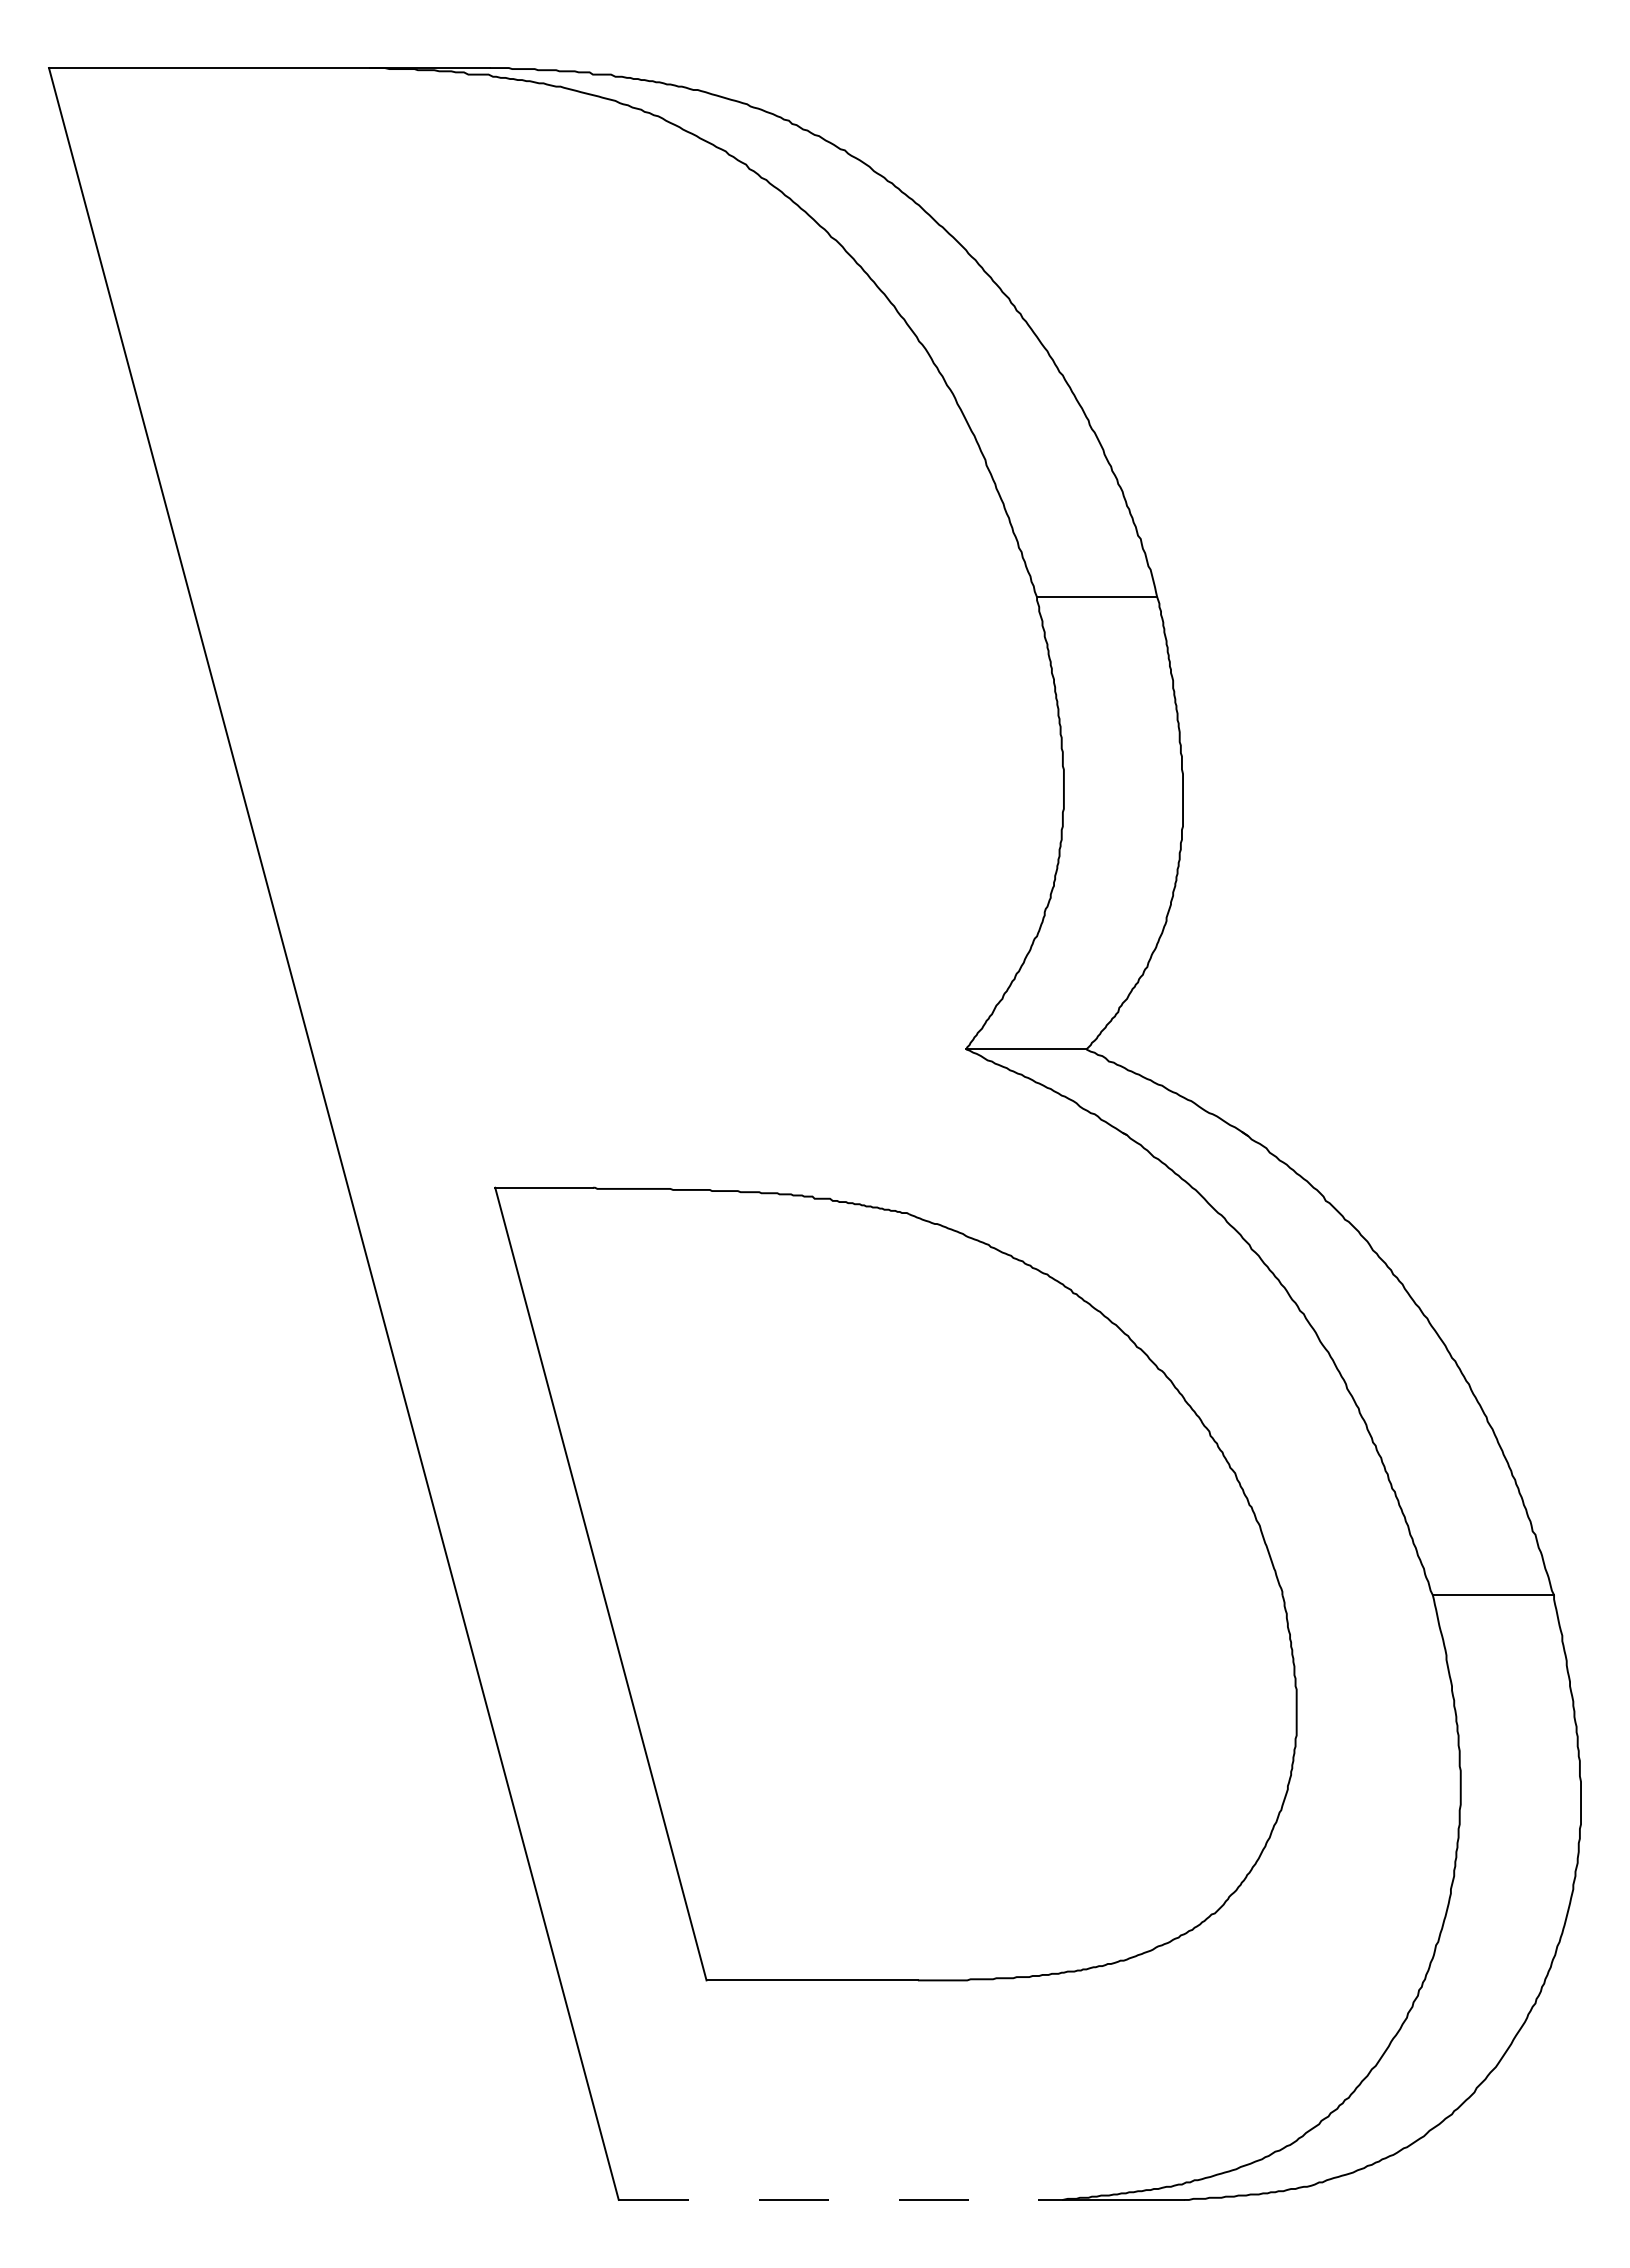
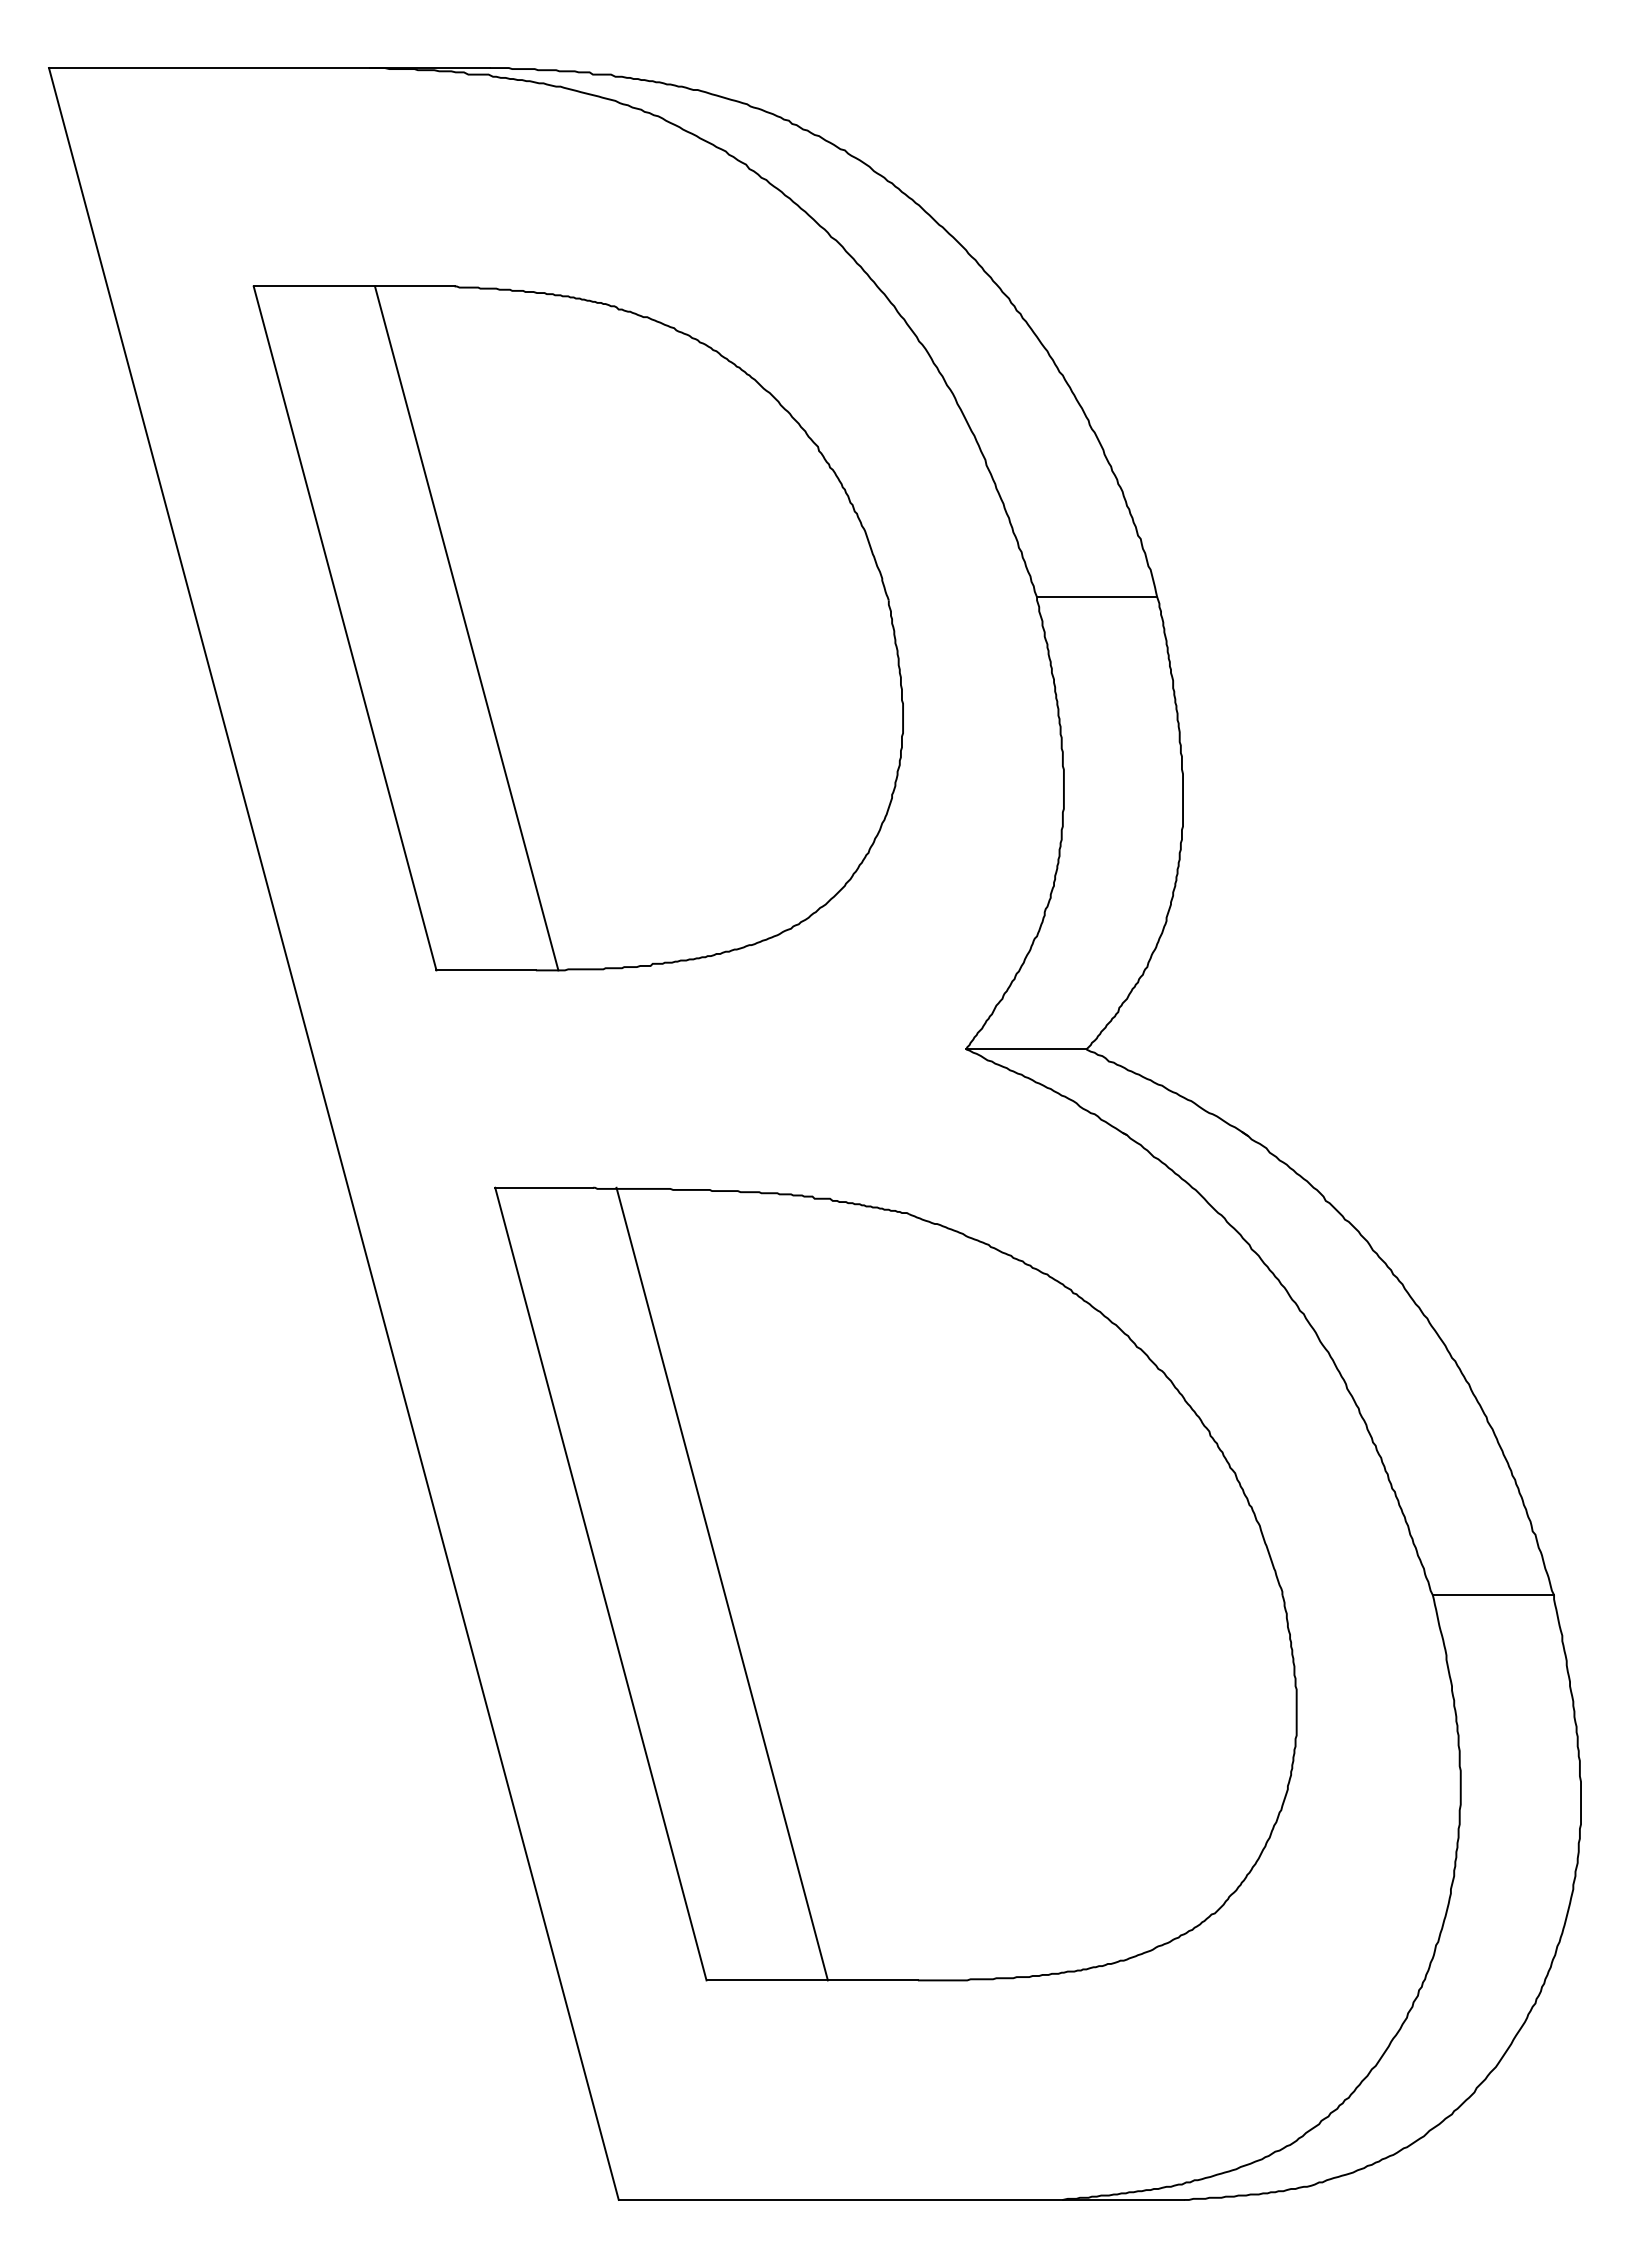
part at (577, 628): none -> present
line at (721, 1583): none -> present
line at (841, 2199): dashed -> solid
